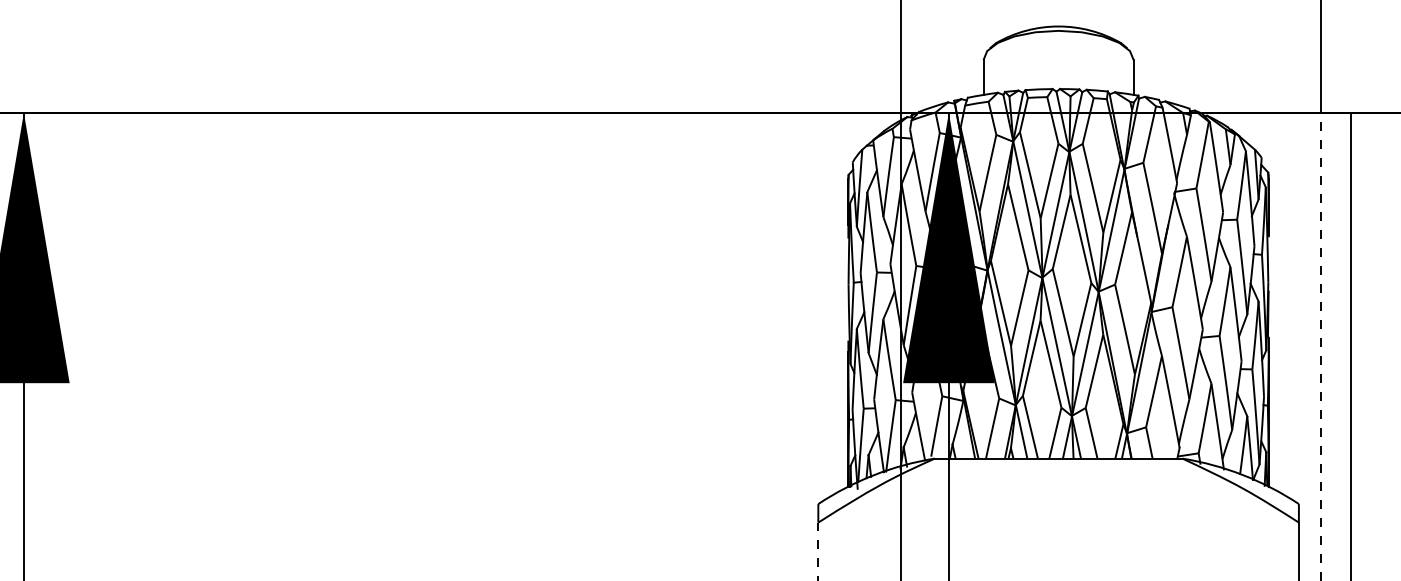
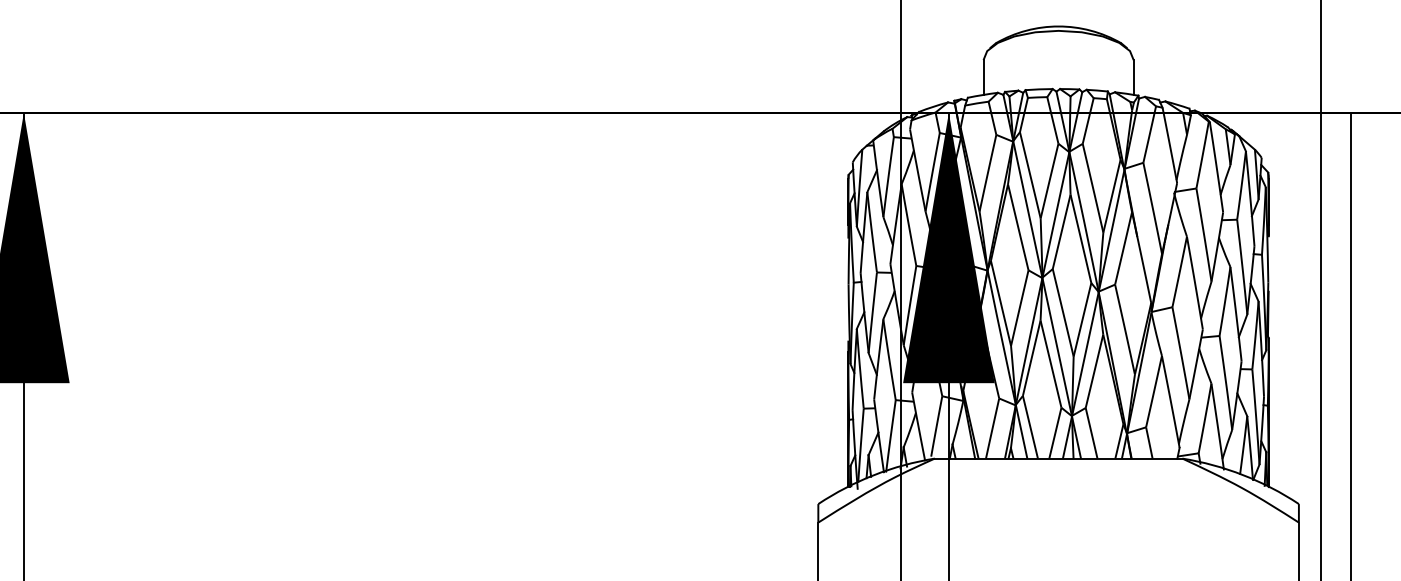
line at (1321, 346): dashed -> solid
line at (818, 551): dashed -> solid
